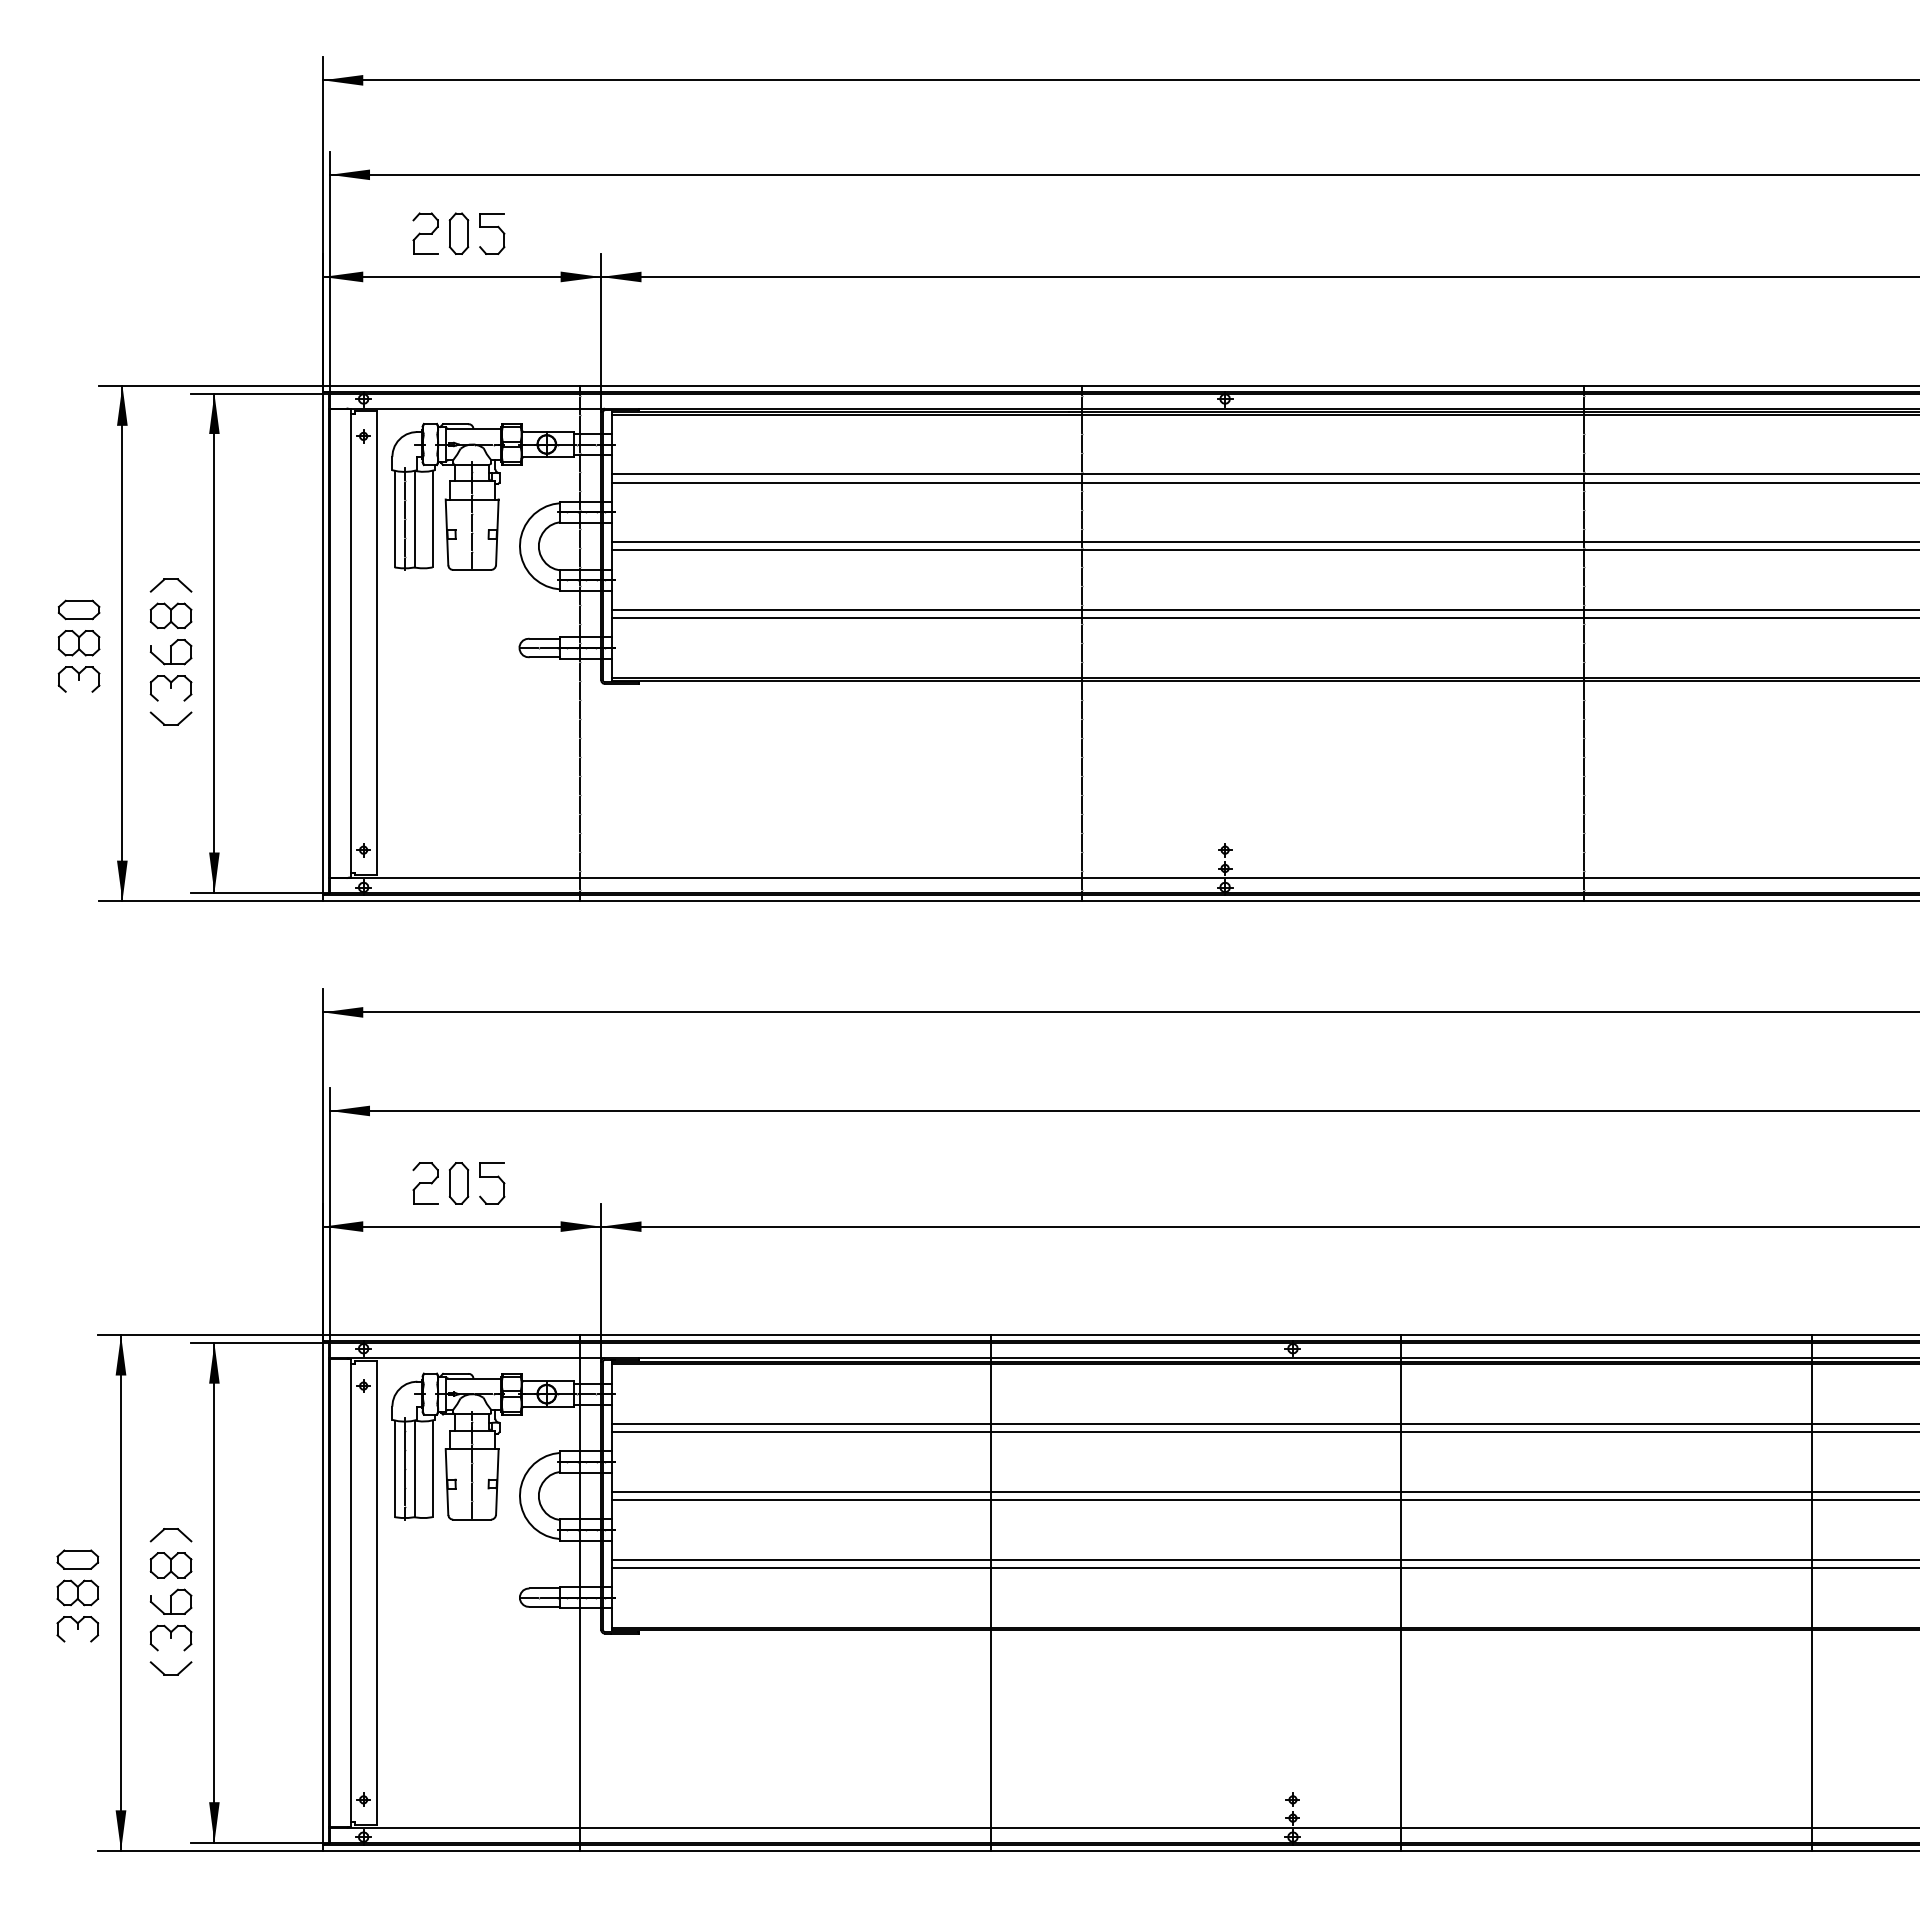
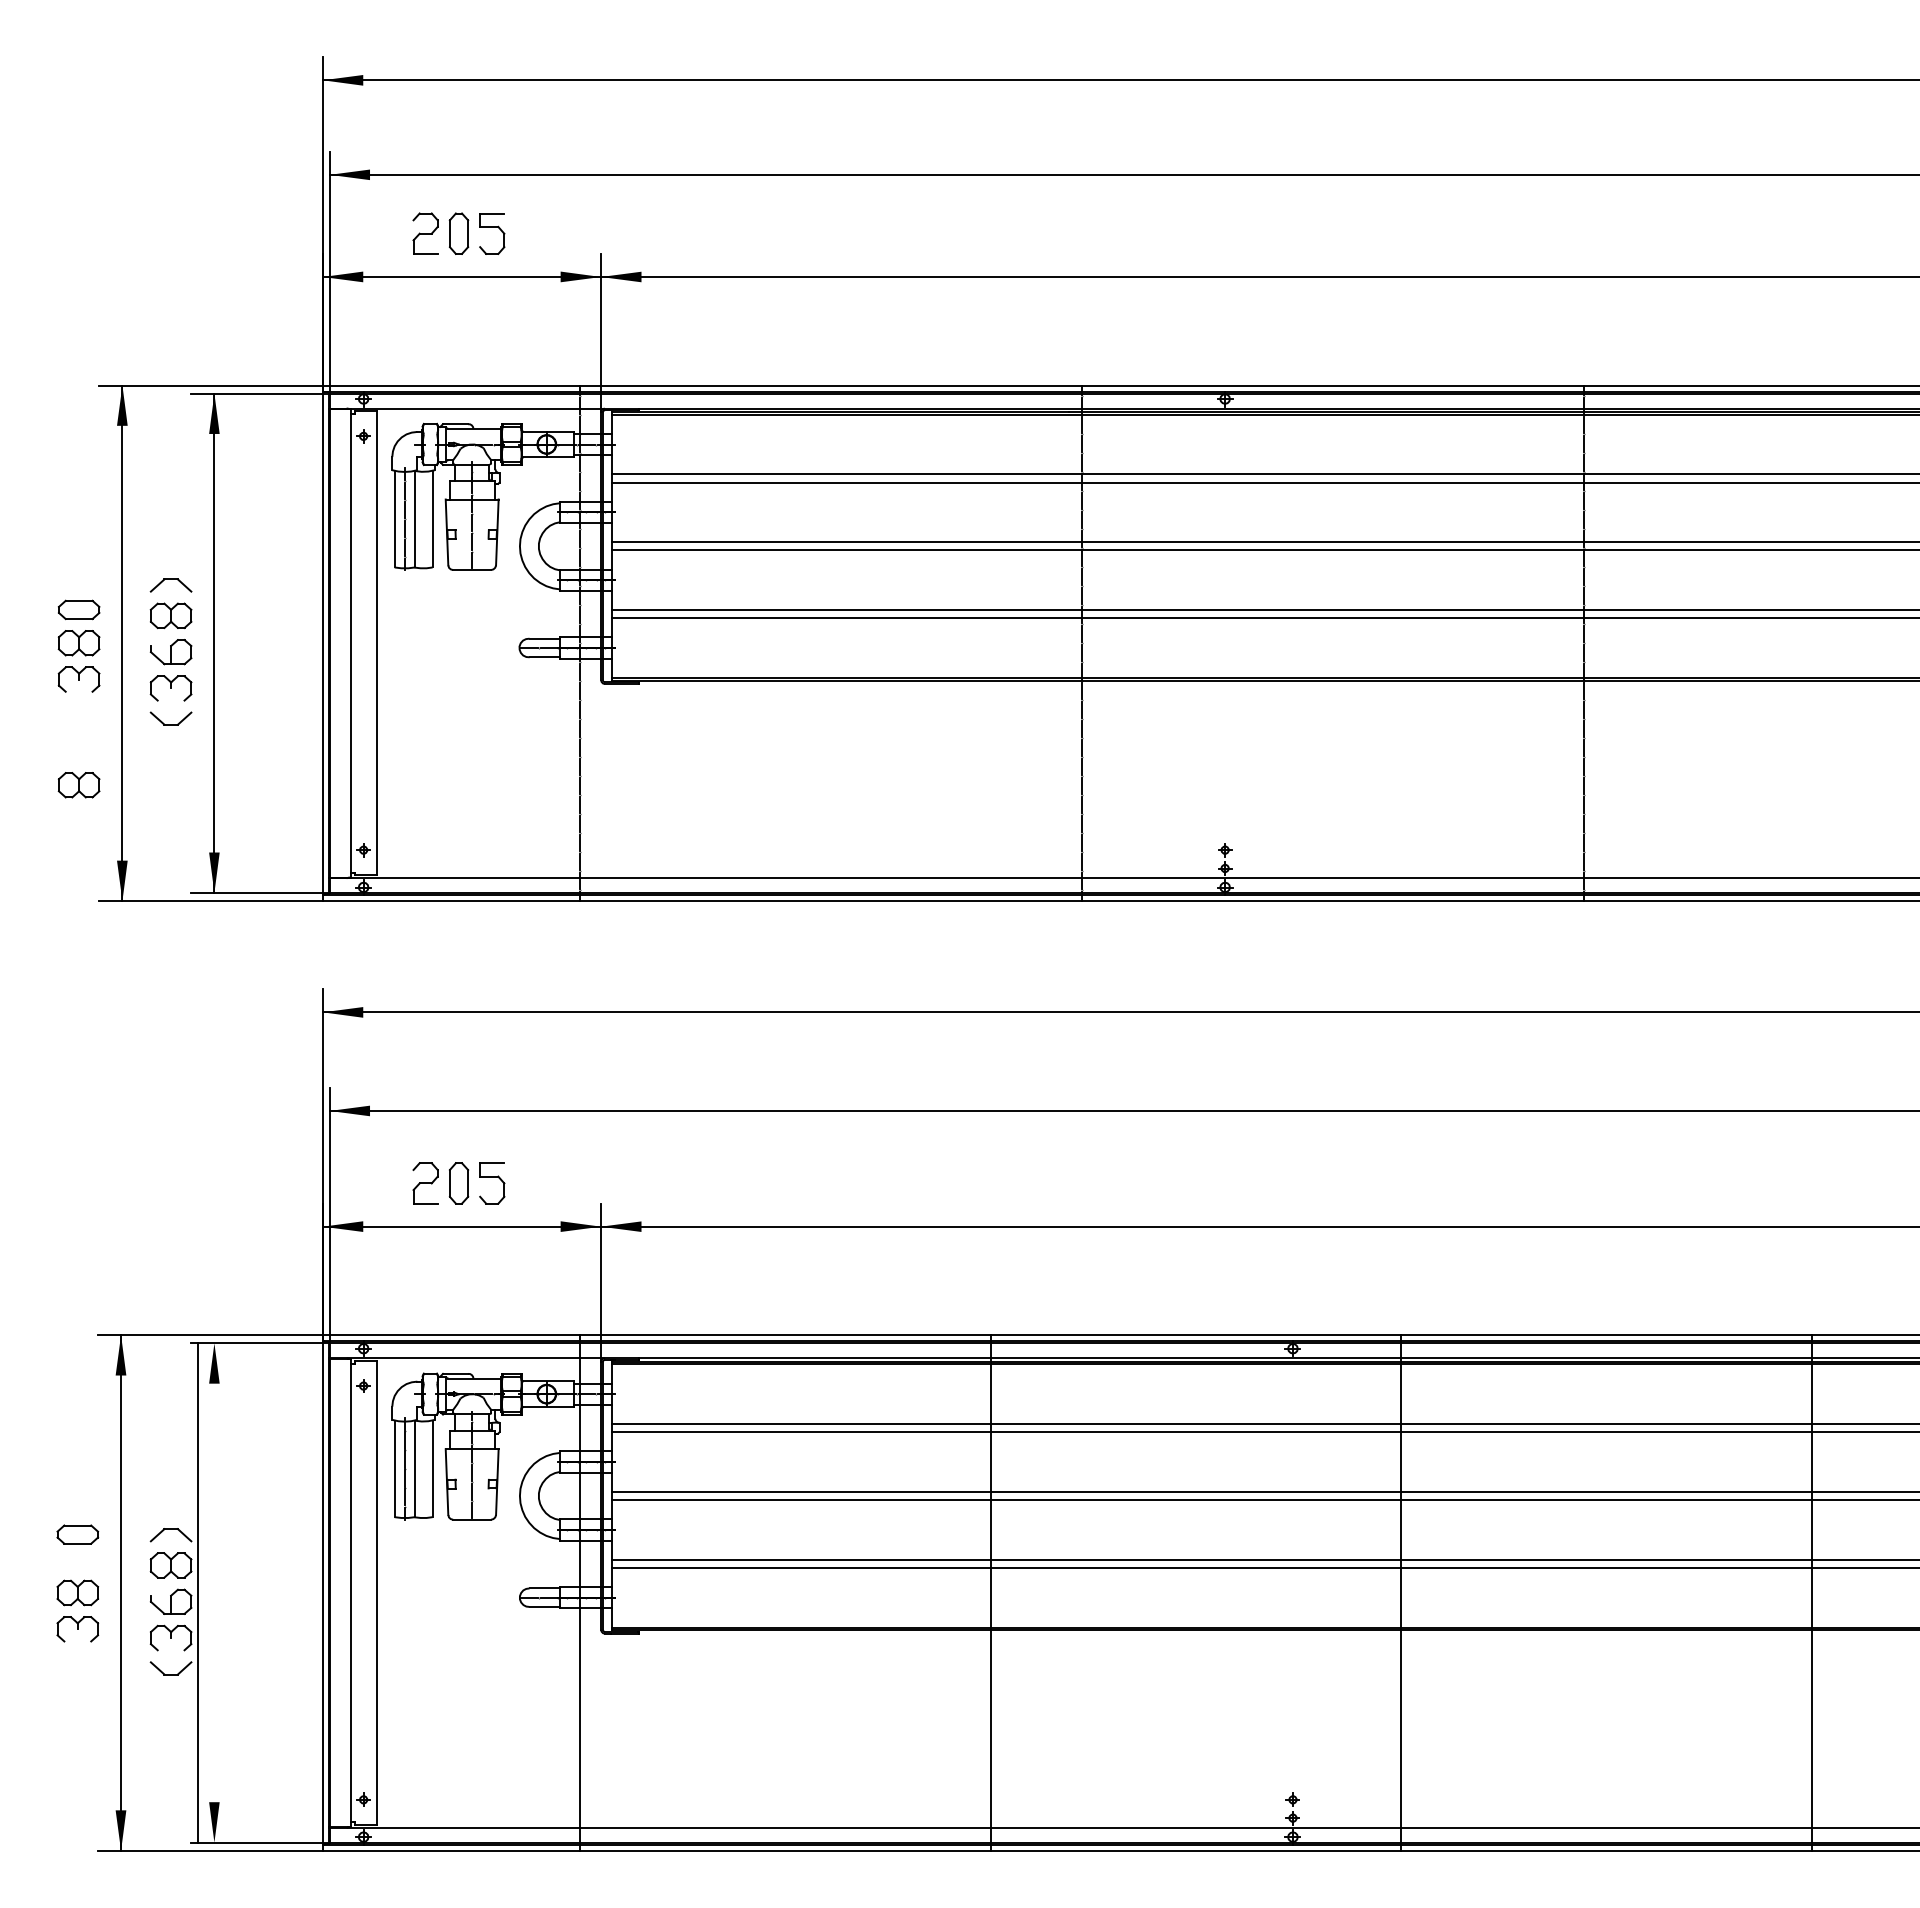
part at (78, 785): none -> present
part at (77, 1559) position: (77, 1559) -> (77, 1534)
line at (214, 1592) position: (214, 1592) -> (198, 1592)
